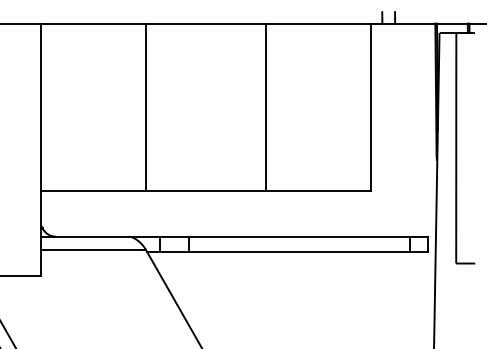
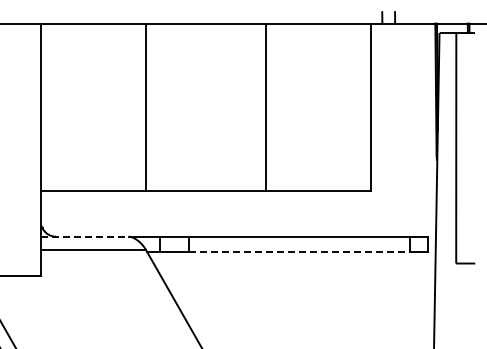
line at (85, 236): solid -> dashed
line at (299, 251): solid -> dashed
